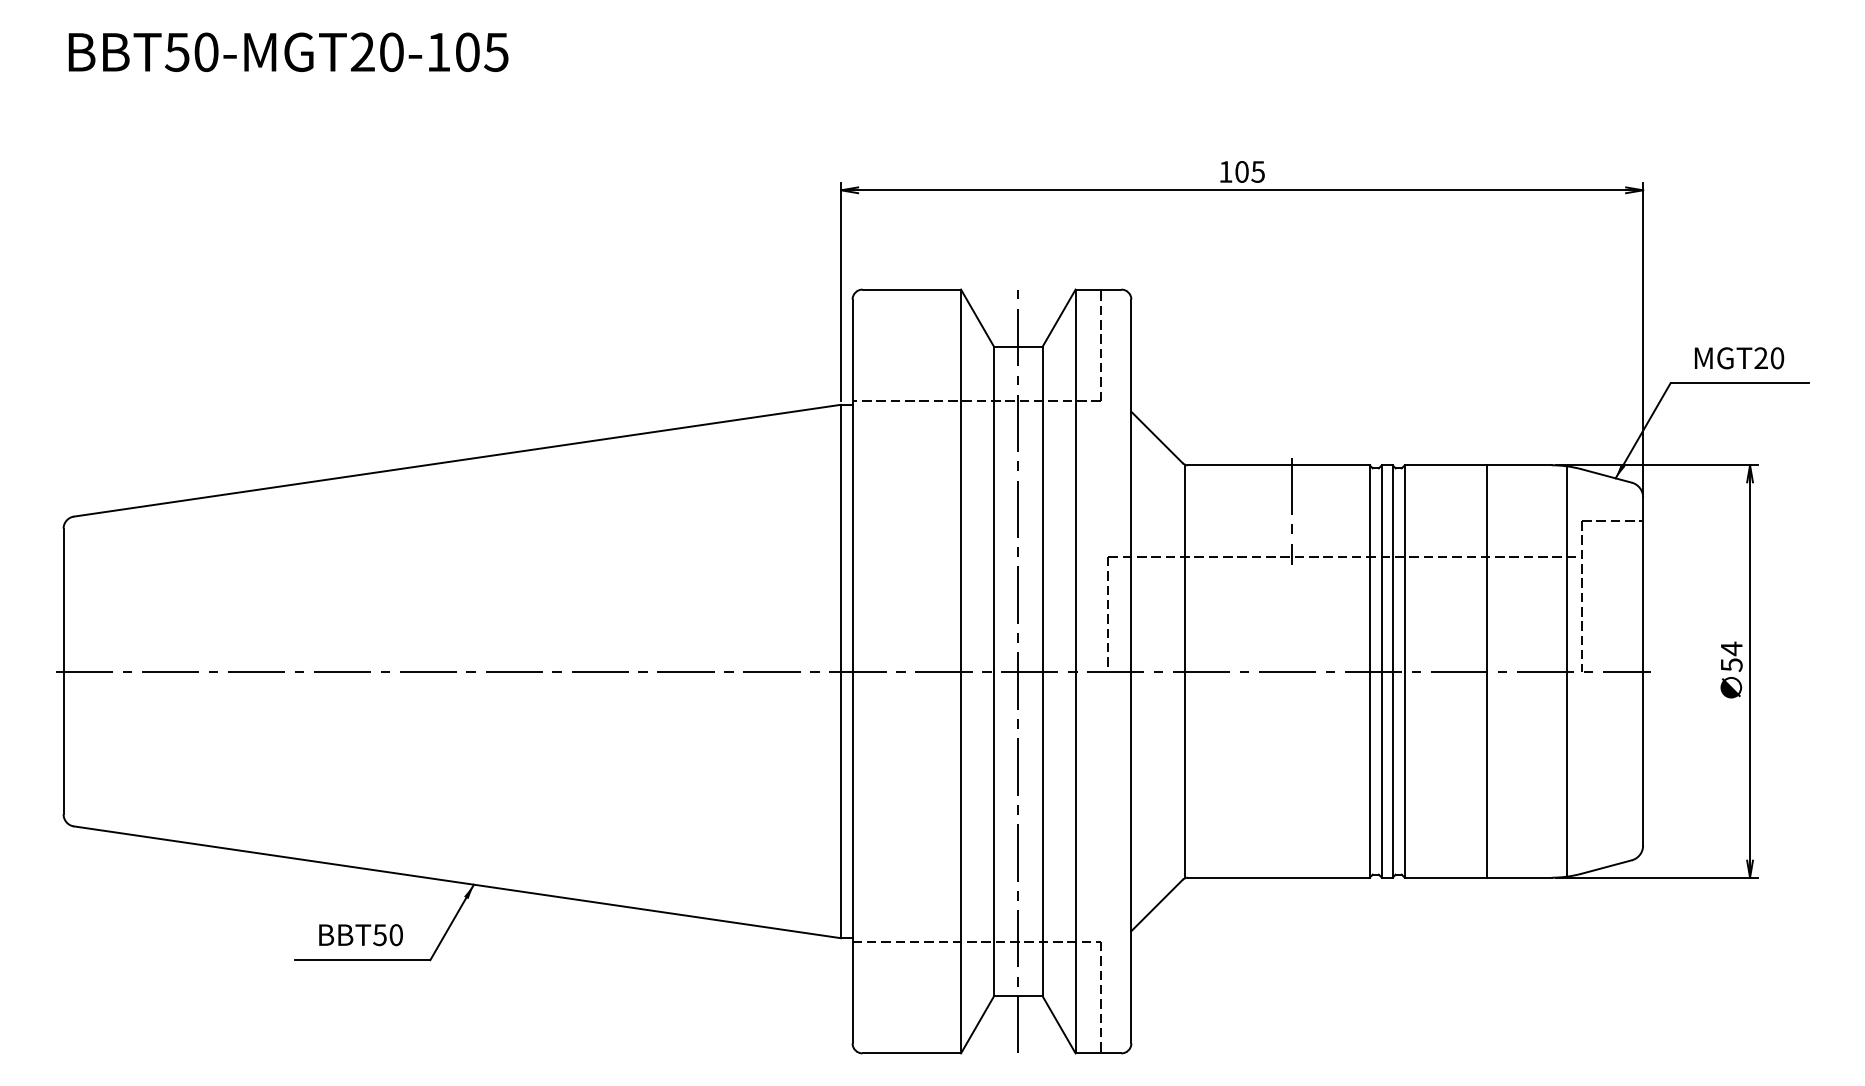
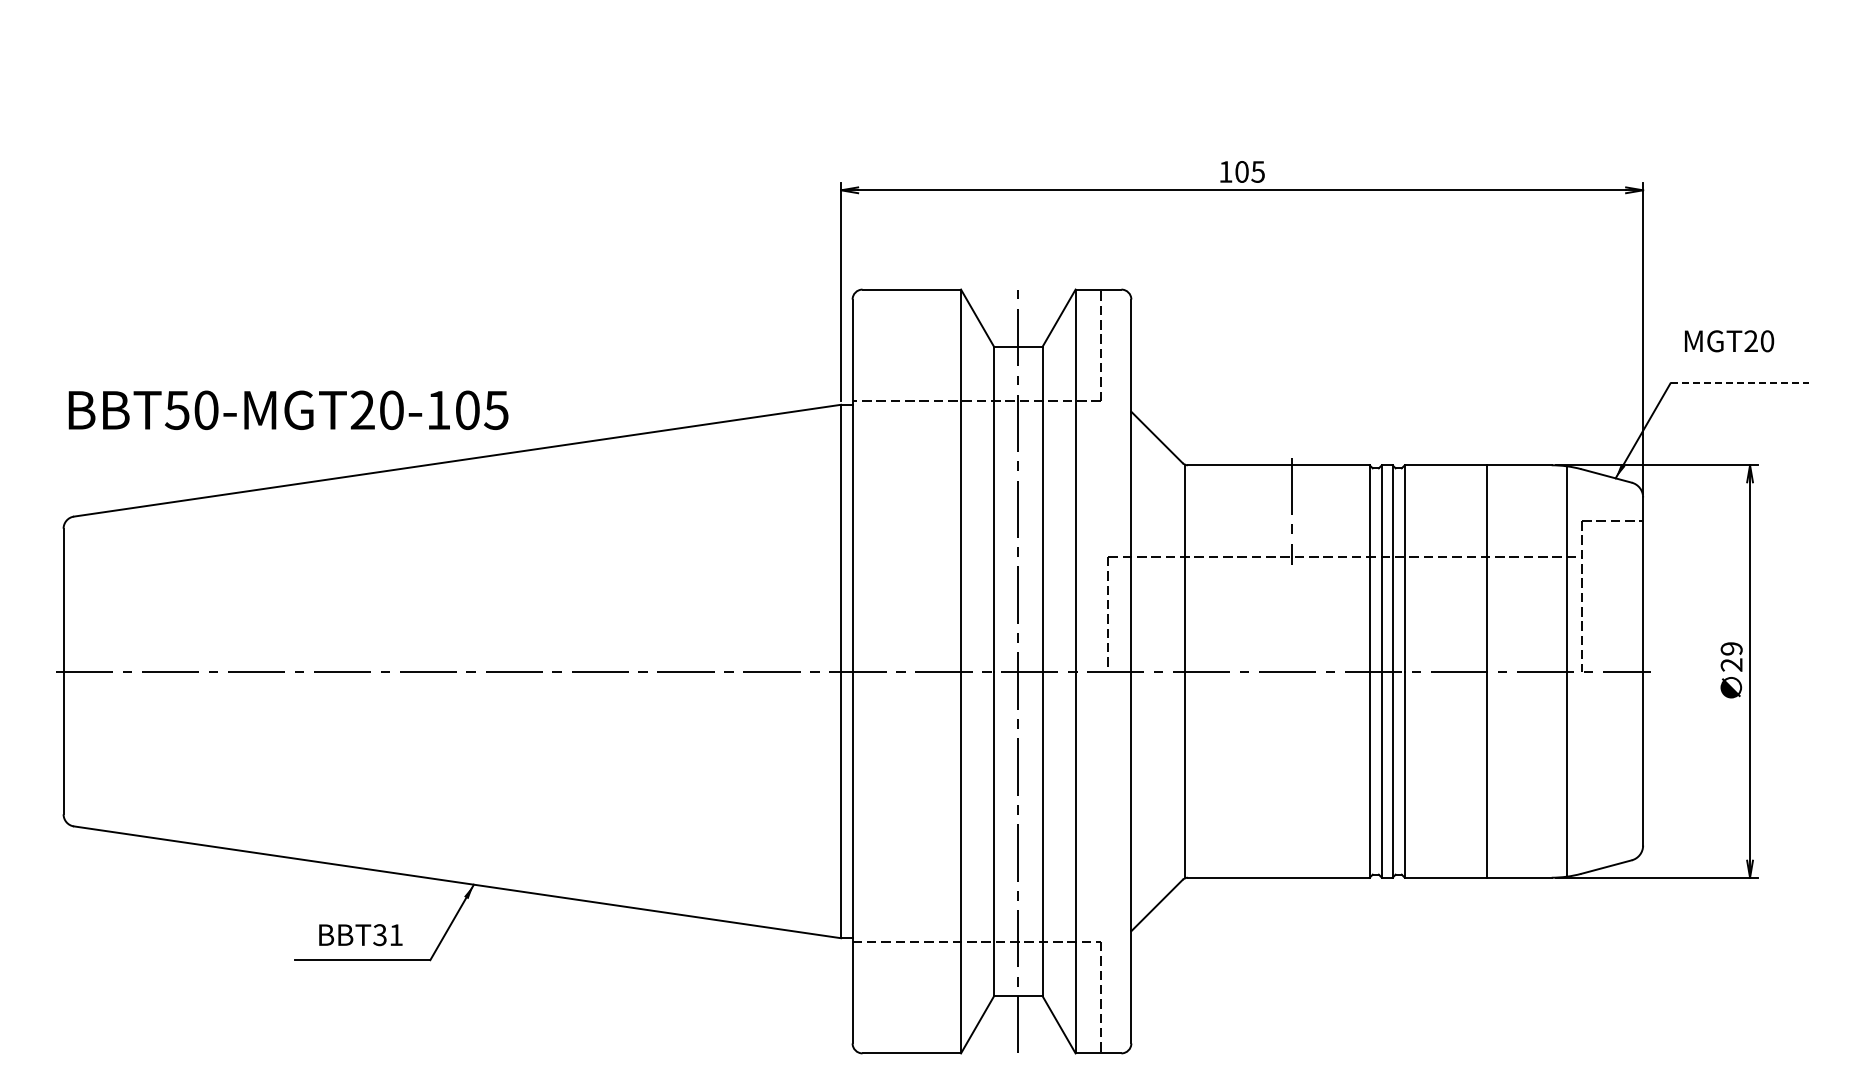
text at (288, 51) position: (288, 51) -> (288, 409)
text at (1739, 358) position: (1739, 358) -> (1729, 341)
line at (1740, 383): solid -> dashed
text at (1731, 656): 54 -> 29
text at (388, 935): BBT50 -> BBT31
